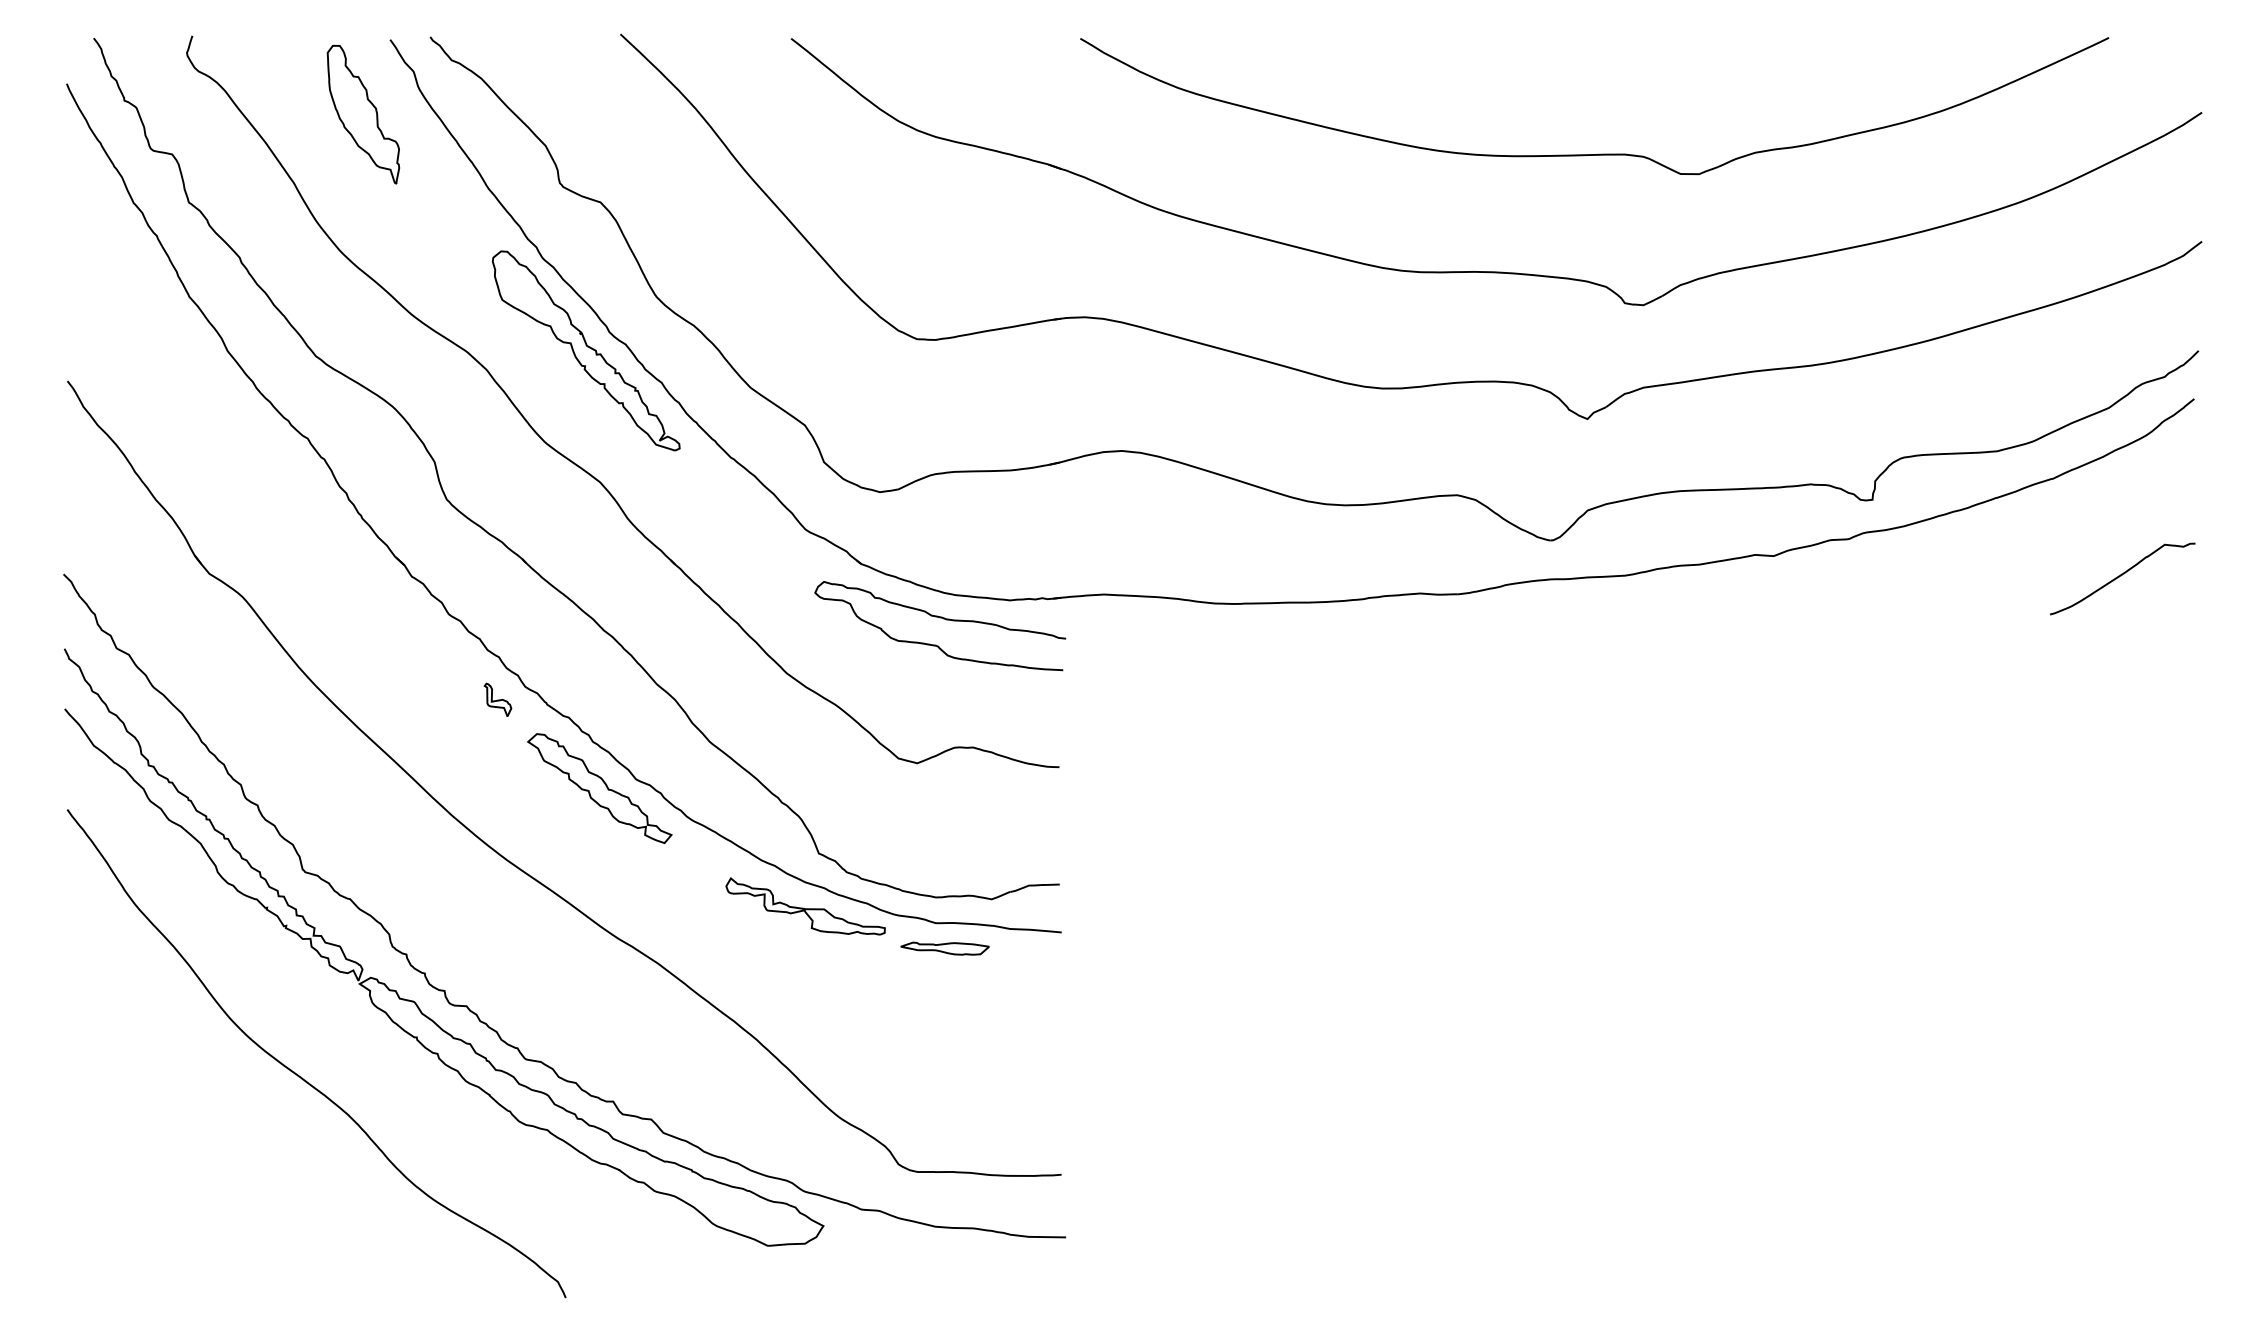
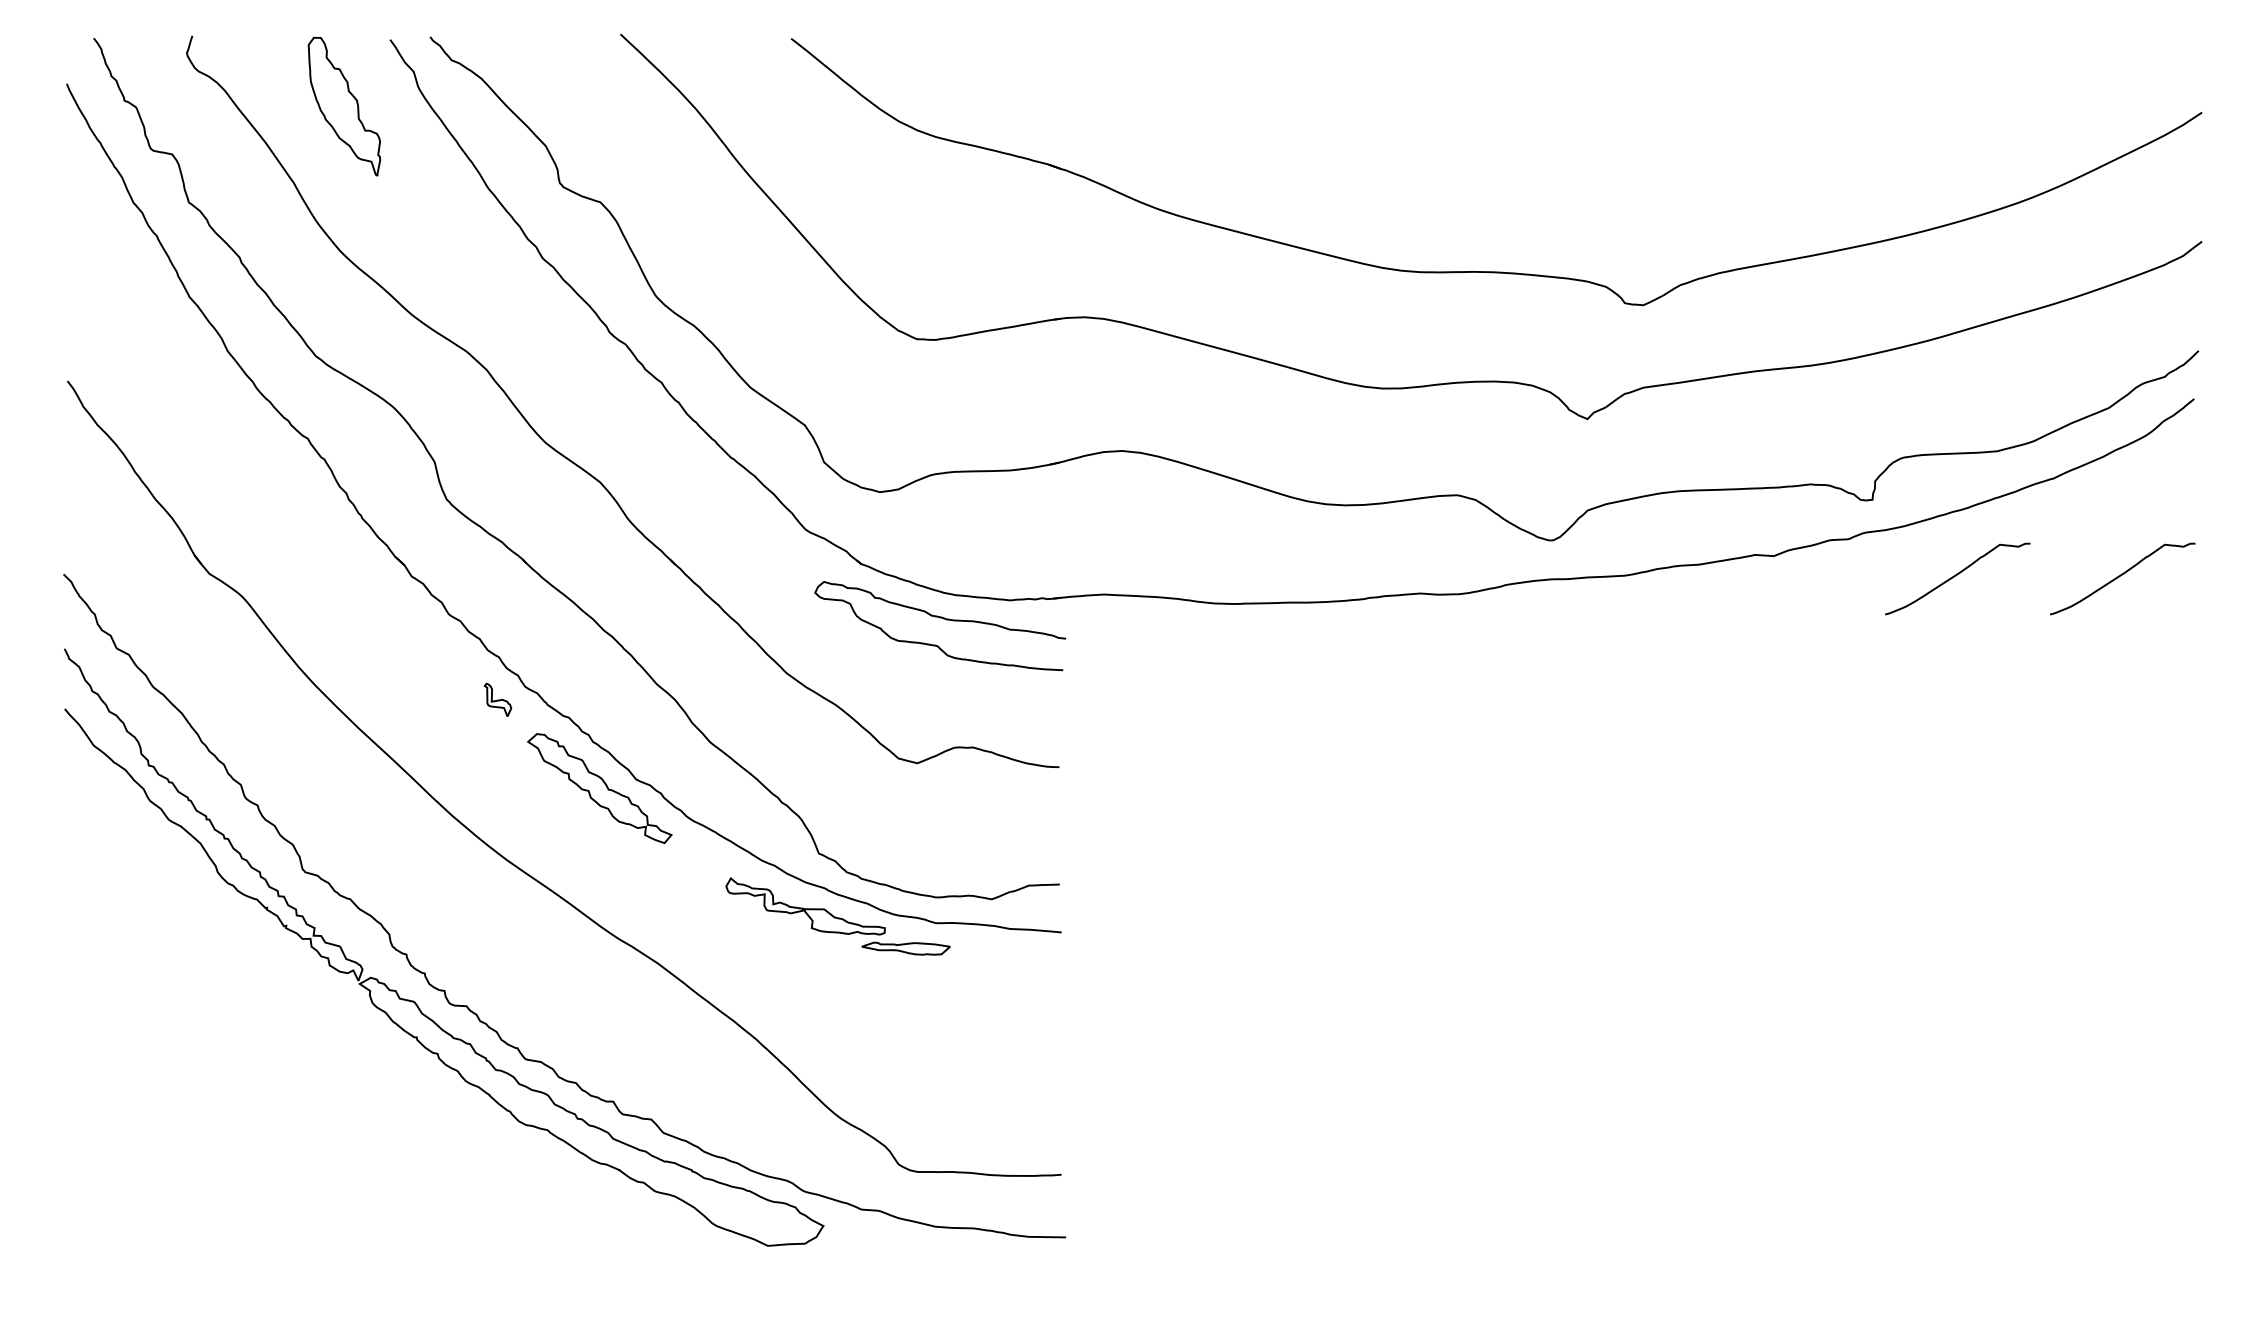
part at (363, 114) position: (363, 114) -> (344, 106)
part at (1598, 153): present -> none
part at (585, 350): present -> none
curve at (1956, 576): none -> present
part at (944, 948) position: (944, 948) -> (905, 948)
curve at (301, 1076): present -> none
